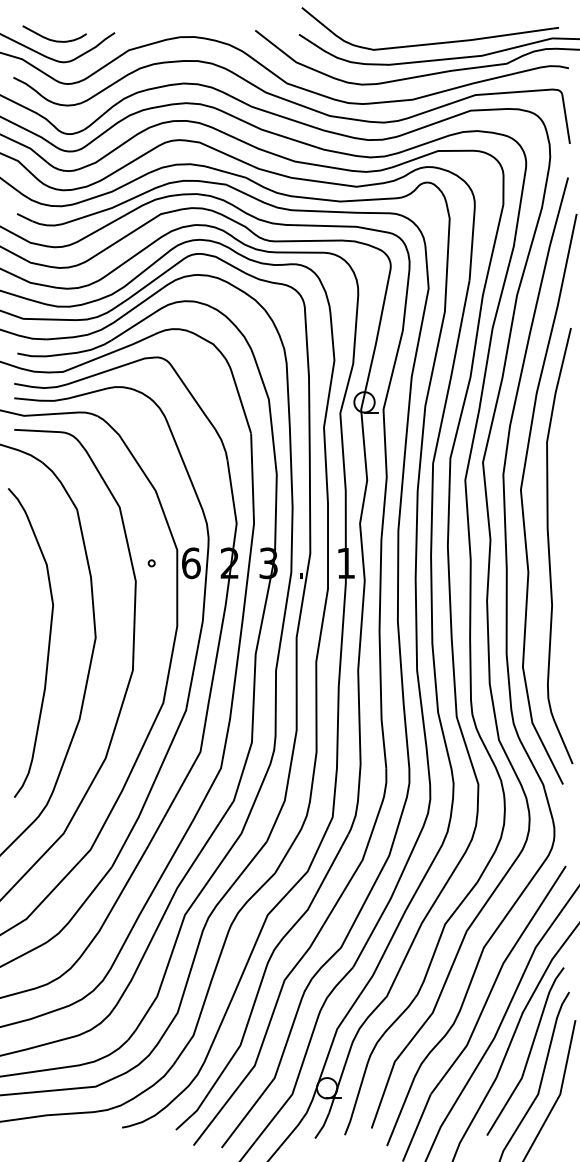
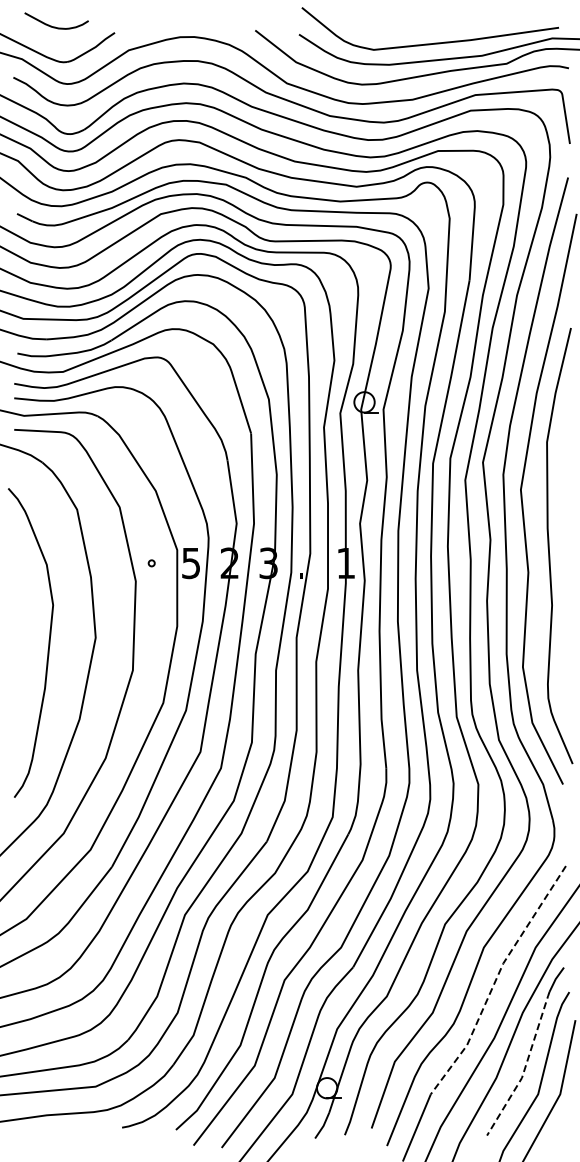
curve at (53, 39) position: (53, 39) -> (55, 26)
text at (191, 563): 6 -> 5
line at (496, 979): solid -> dashed
line at (525, 1066): solid -> dashed
